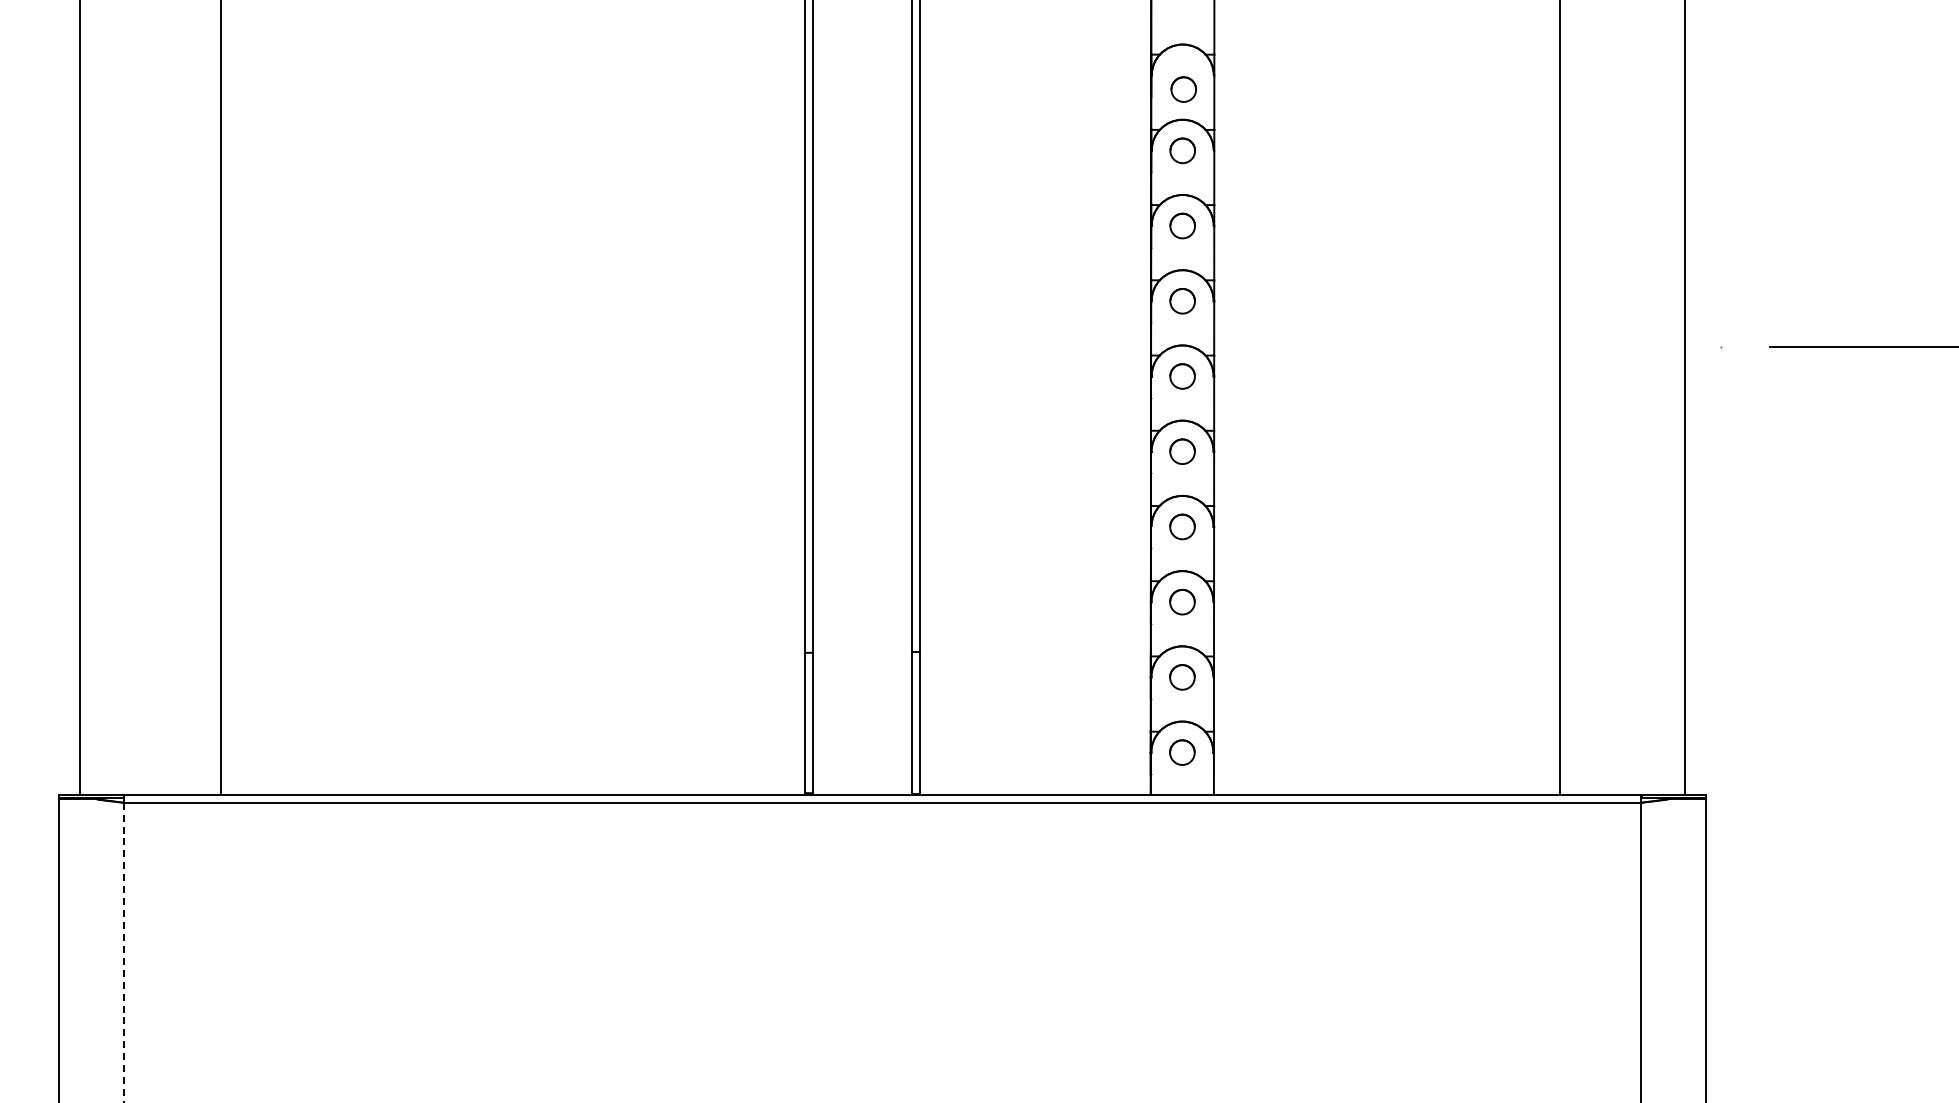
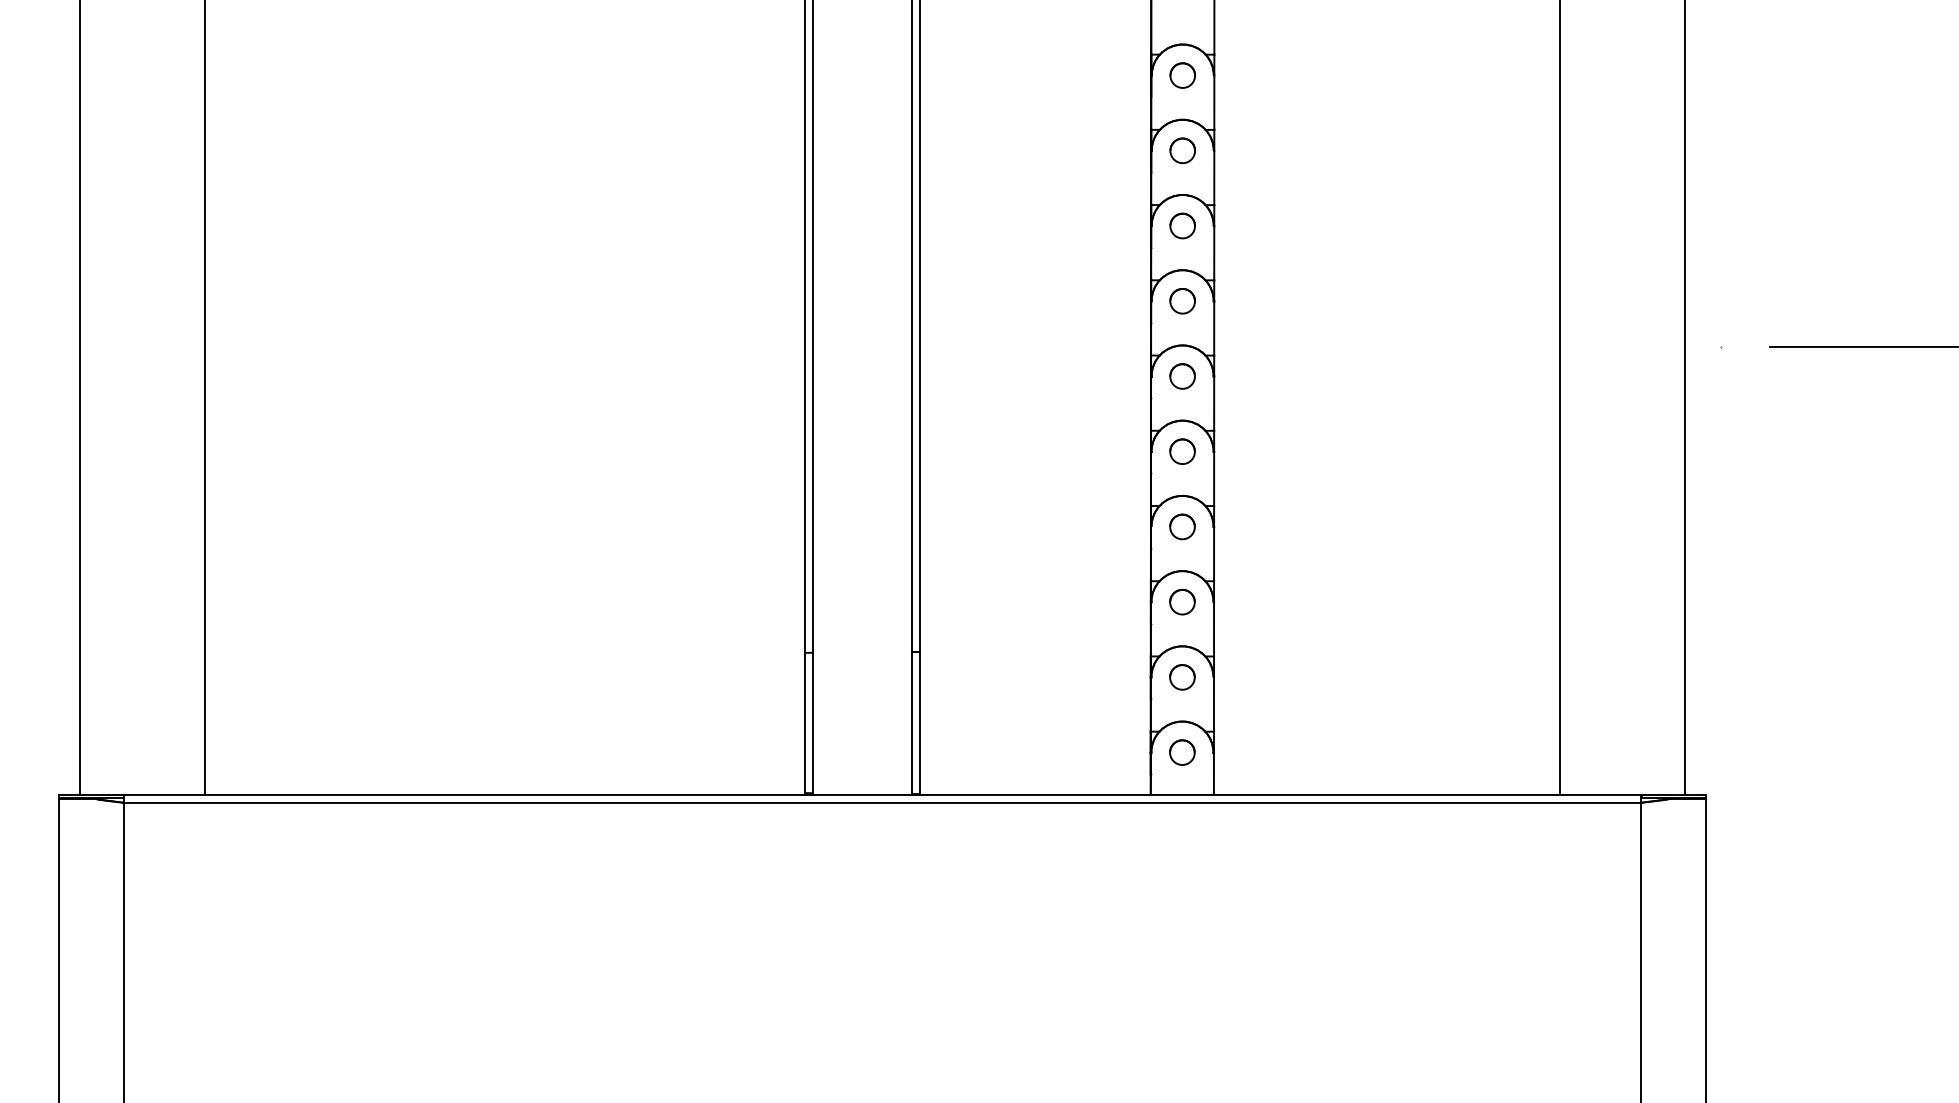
circle at (1183, 89) position: (1183, 89) -> (1182, 75)
line at (221, 398) position: (221, 398) -> (205, 398)
line at (124, 952): dashed -> solid
